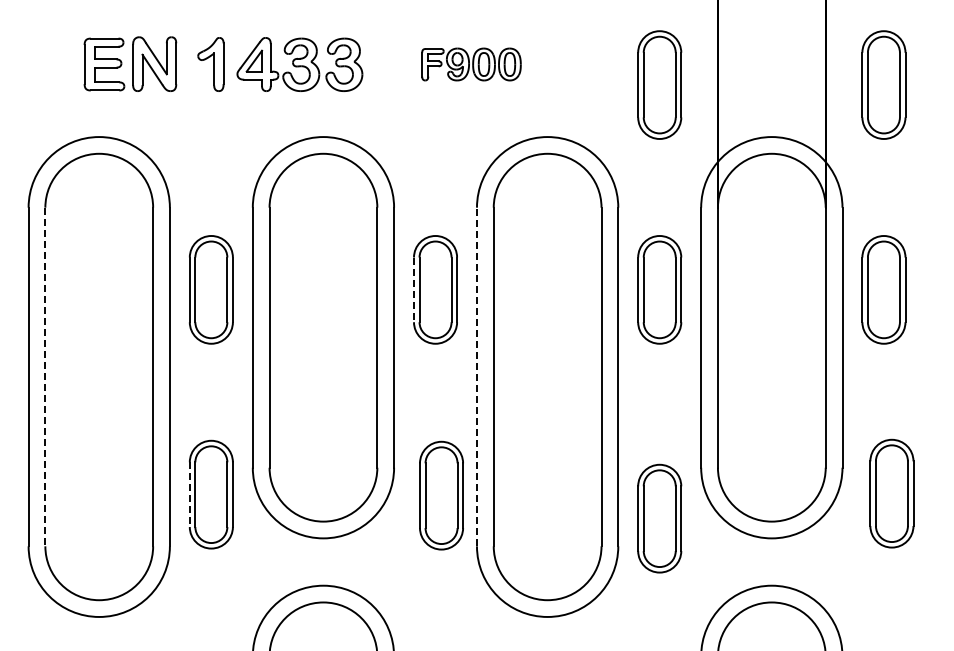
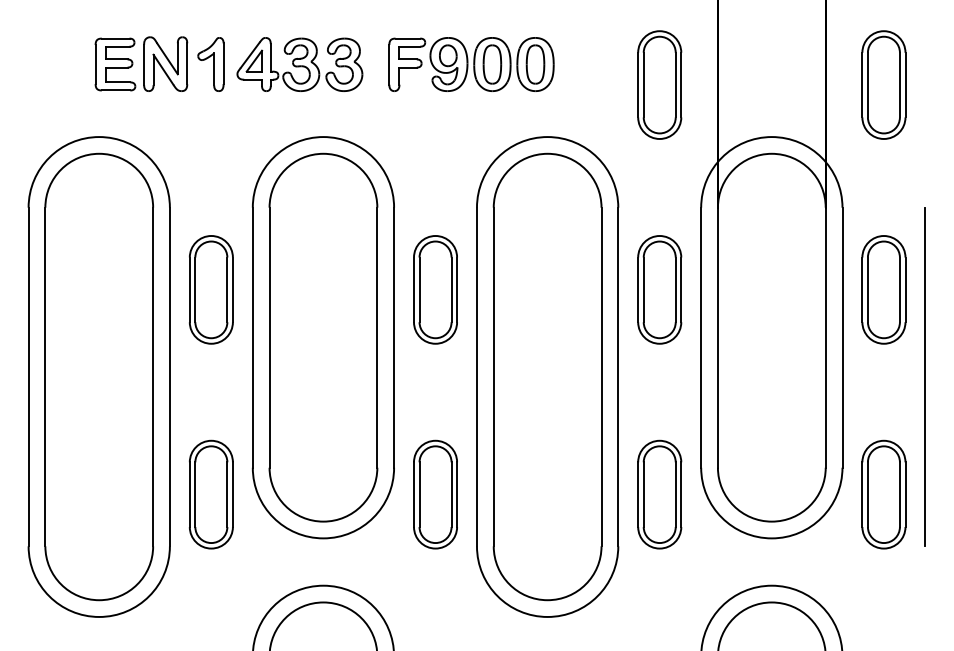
part at (130, 63) position: (130, 63) -> (141, 63)
part at (471, 64) size: 101x35 px -> 167x55 px
line at (414, 290): dashed -> solid
line at (476, 376): dashed -> solid
line at (925, 376): none -> present
line at (45, 377): dashed -> solid
part at (891, 493) position: (891, 493) -> (883, 494)
line at (189, 495): dashed -> solid
part at (441, 495) position: (441, 495) -> (435, 494)
part at (659, 518) position: (659, 518) -> (659, 494)
